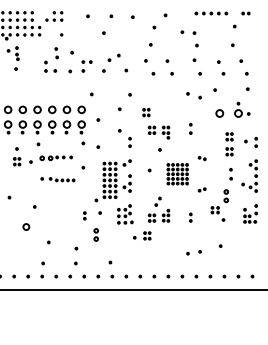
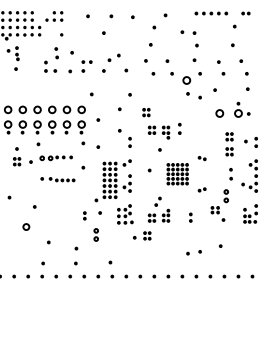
circle at (186, 80): none -> present
part at (190, 128) position: (190, 128) -> (179, 128)
line at (133, 289): present -> none
